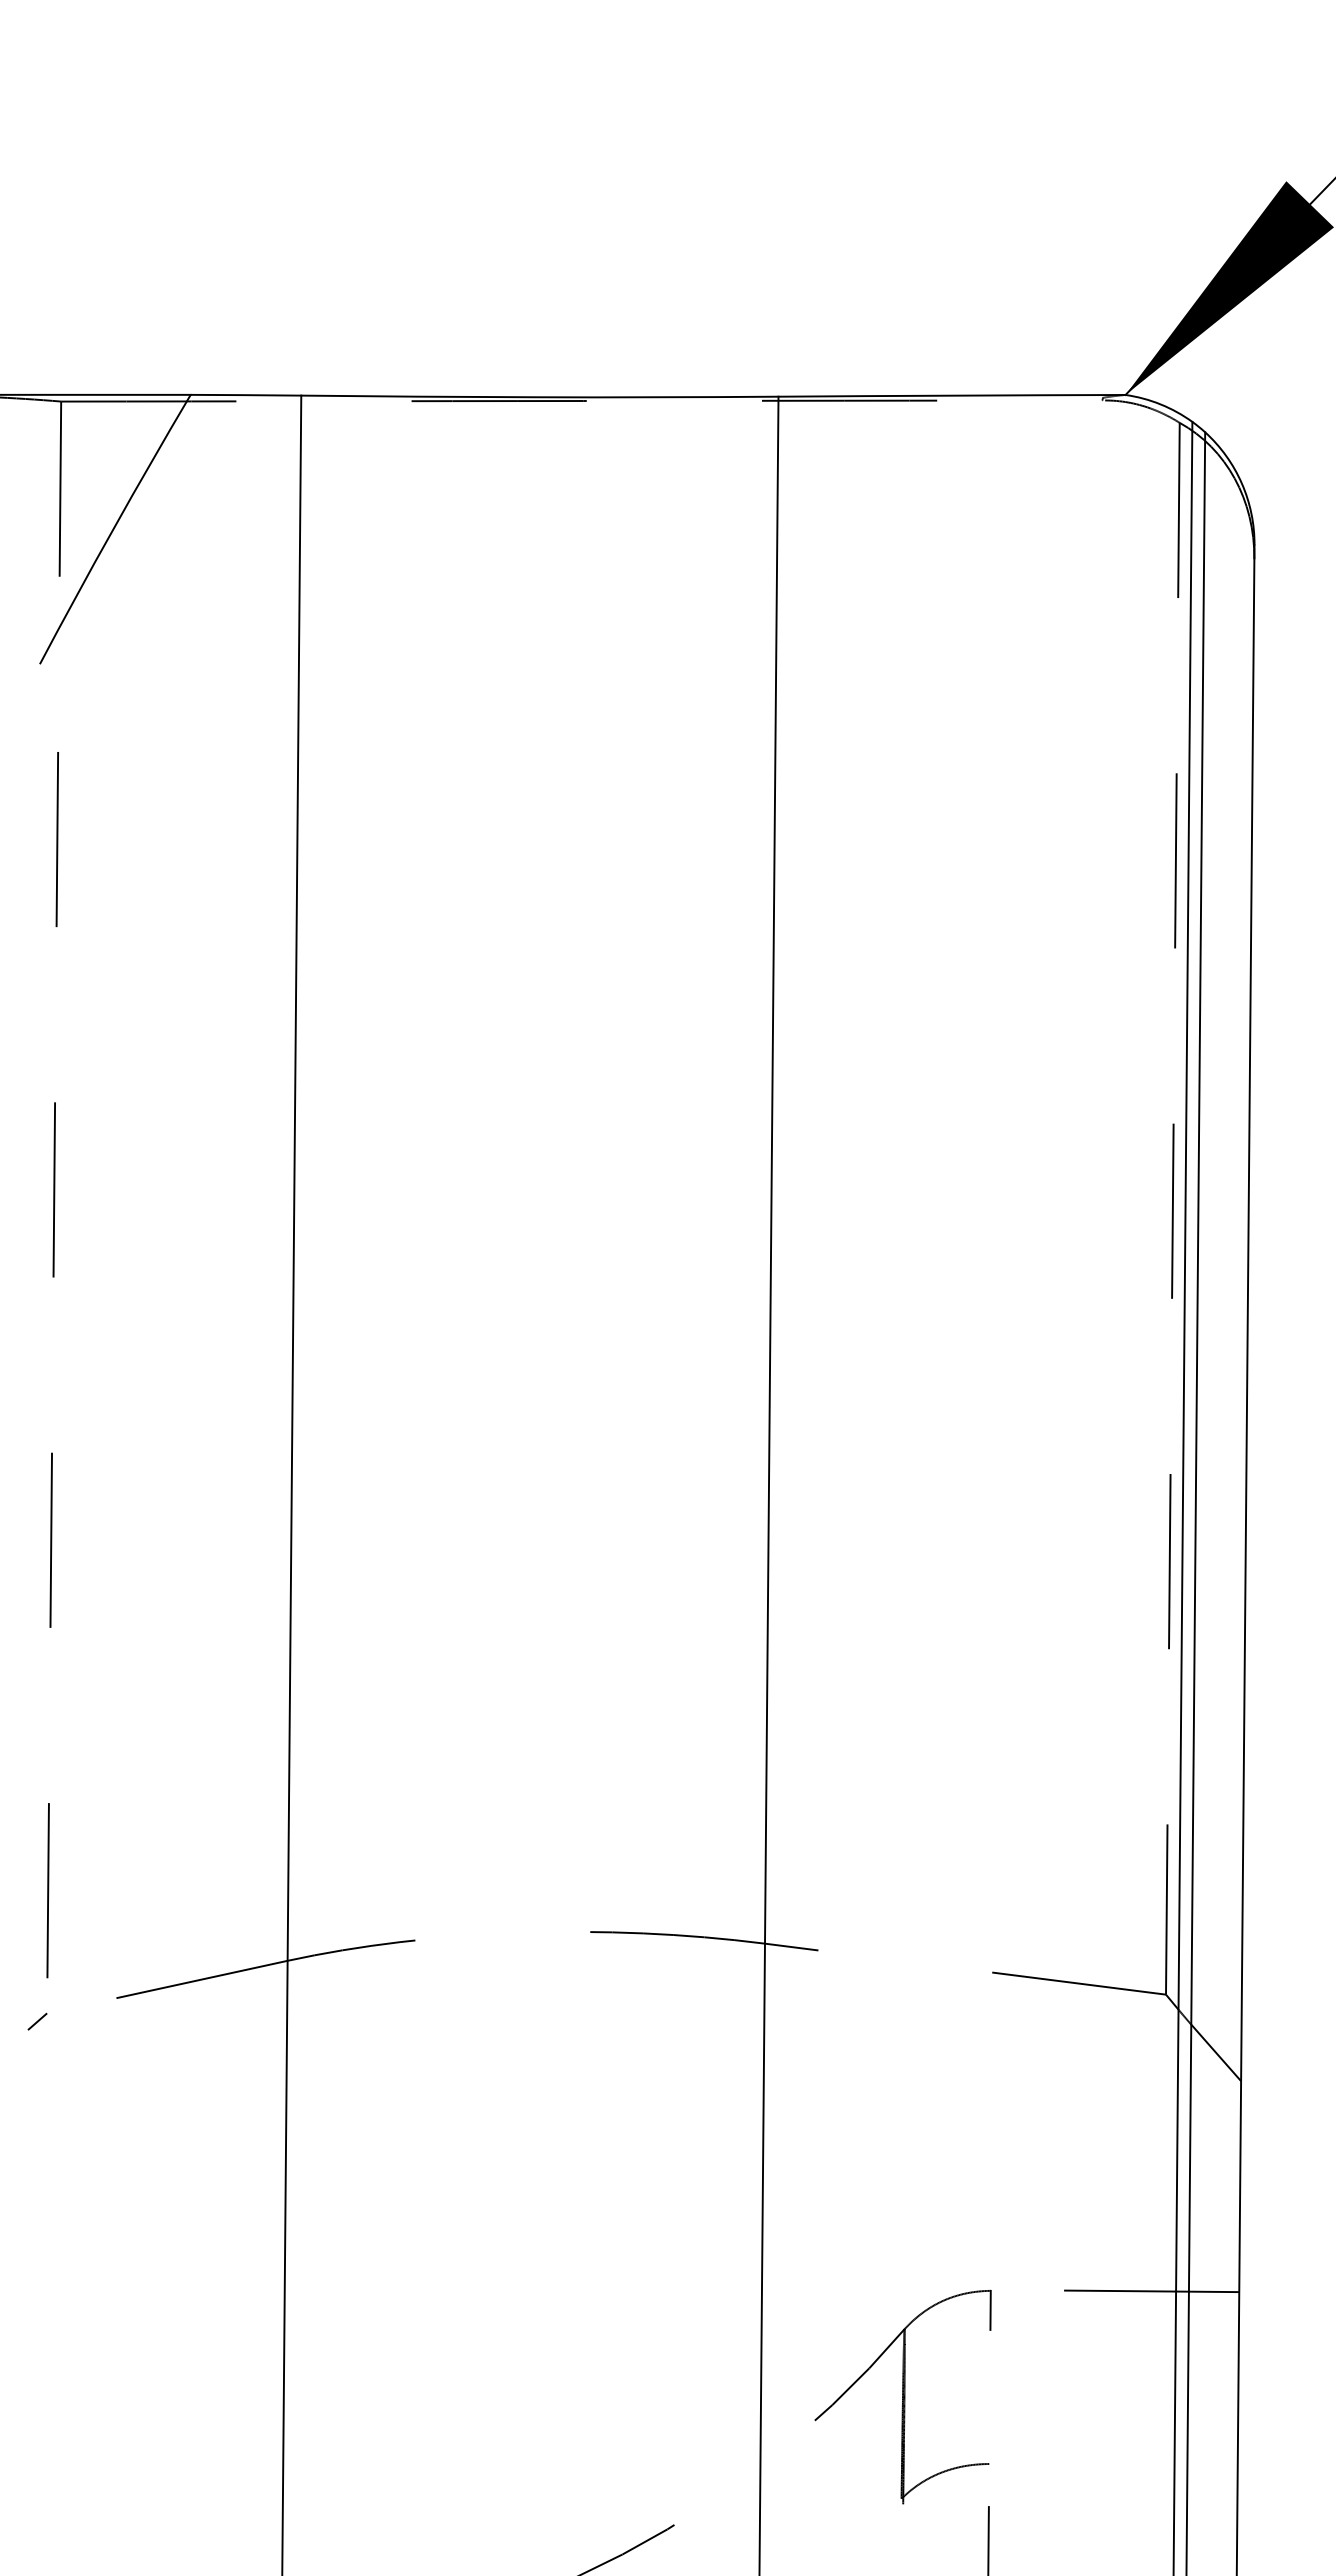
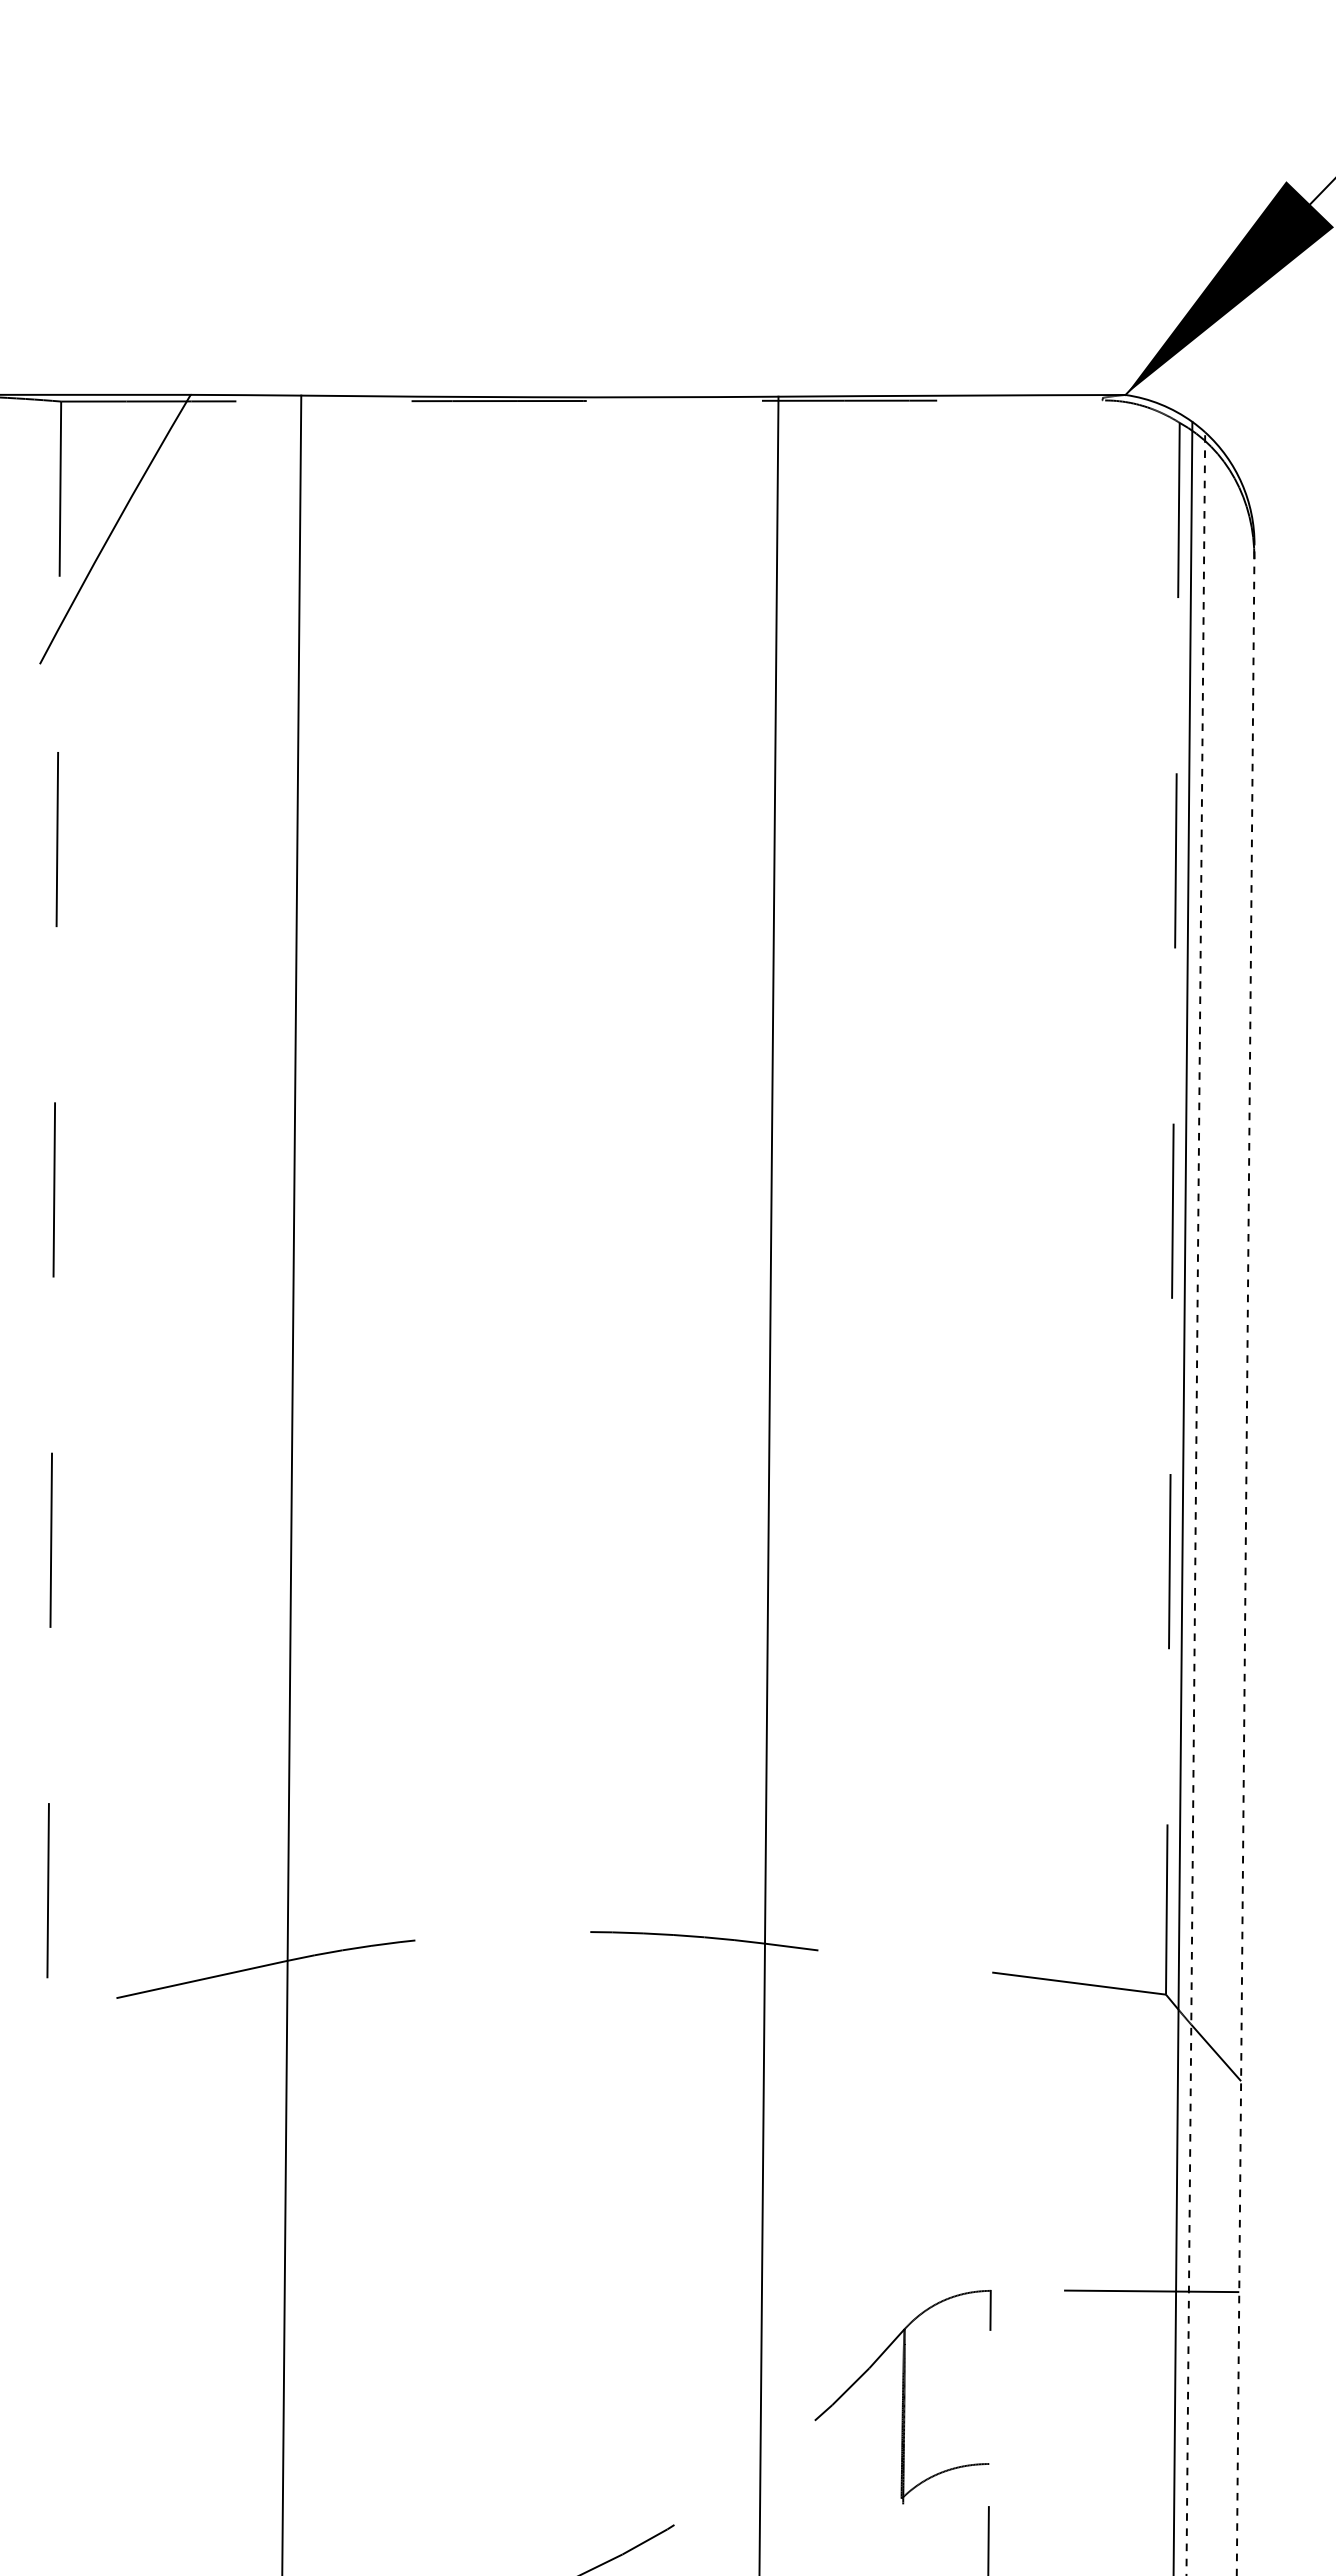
line at (1195, 1503): solid -> dashed
line at (1245, 1560): solid -> dashed
line at (37, 2021): present -> none
